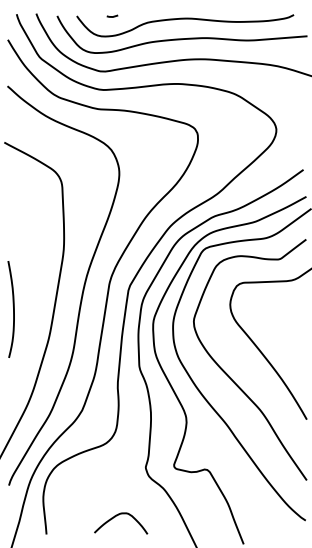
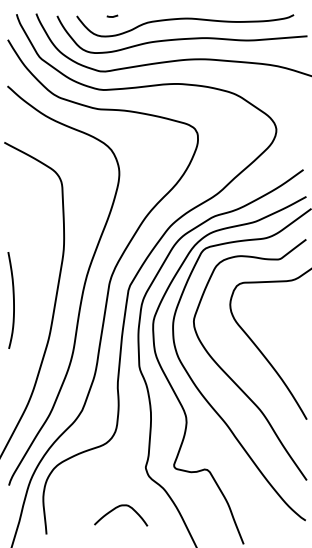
curve at (13, 309) position: (13, 309) -> (13, 300)
curve at (117, 516) position: (117, 516) -> (117, 508)
